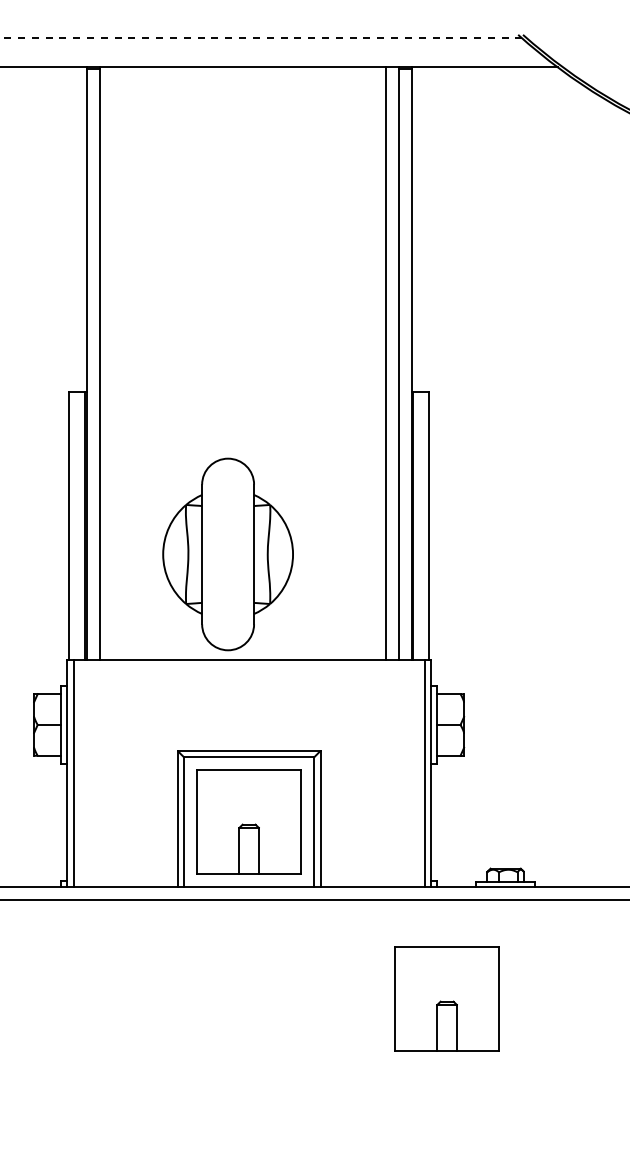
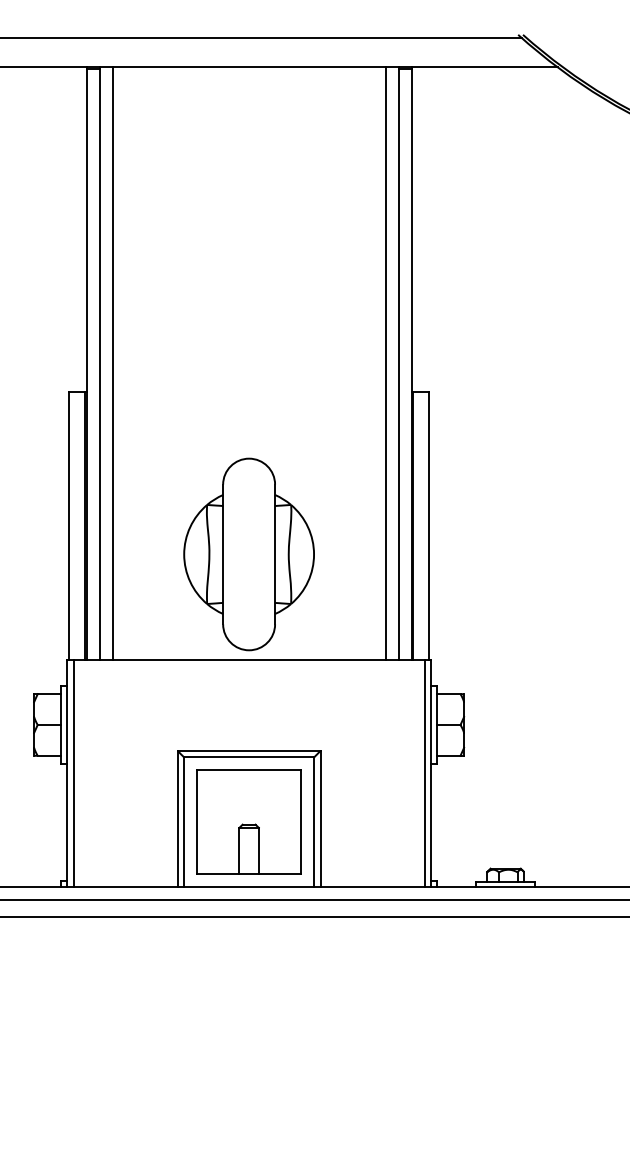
line at (261, 38): dashed -> solid
line at (112, 363): none -> present
part at (227, 554) position: (227, 554) -> (248, 554)
line at (314, 916): none -> present
part at (446, 998): present -> none
